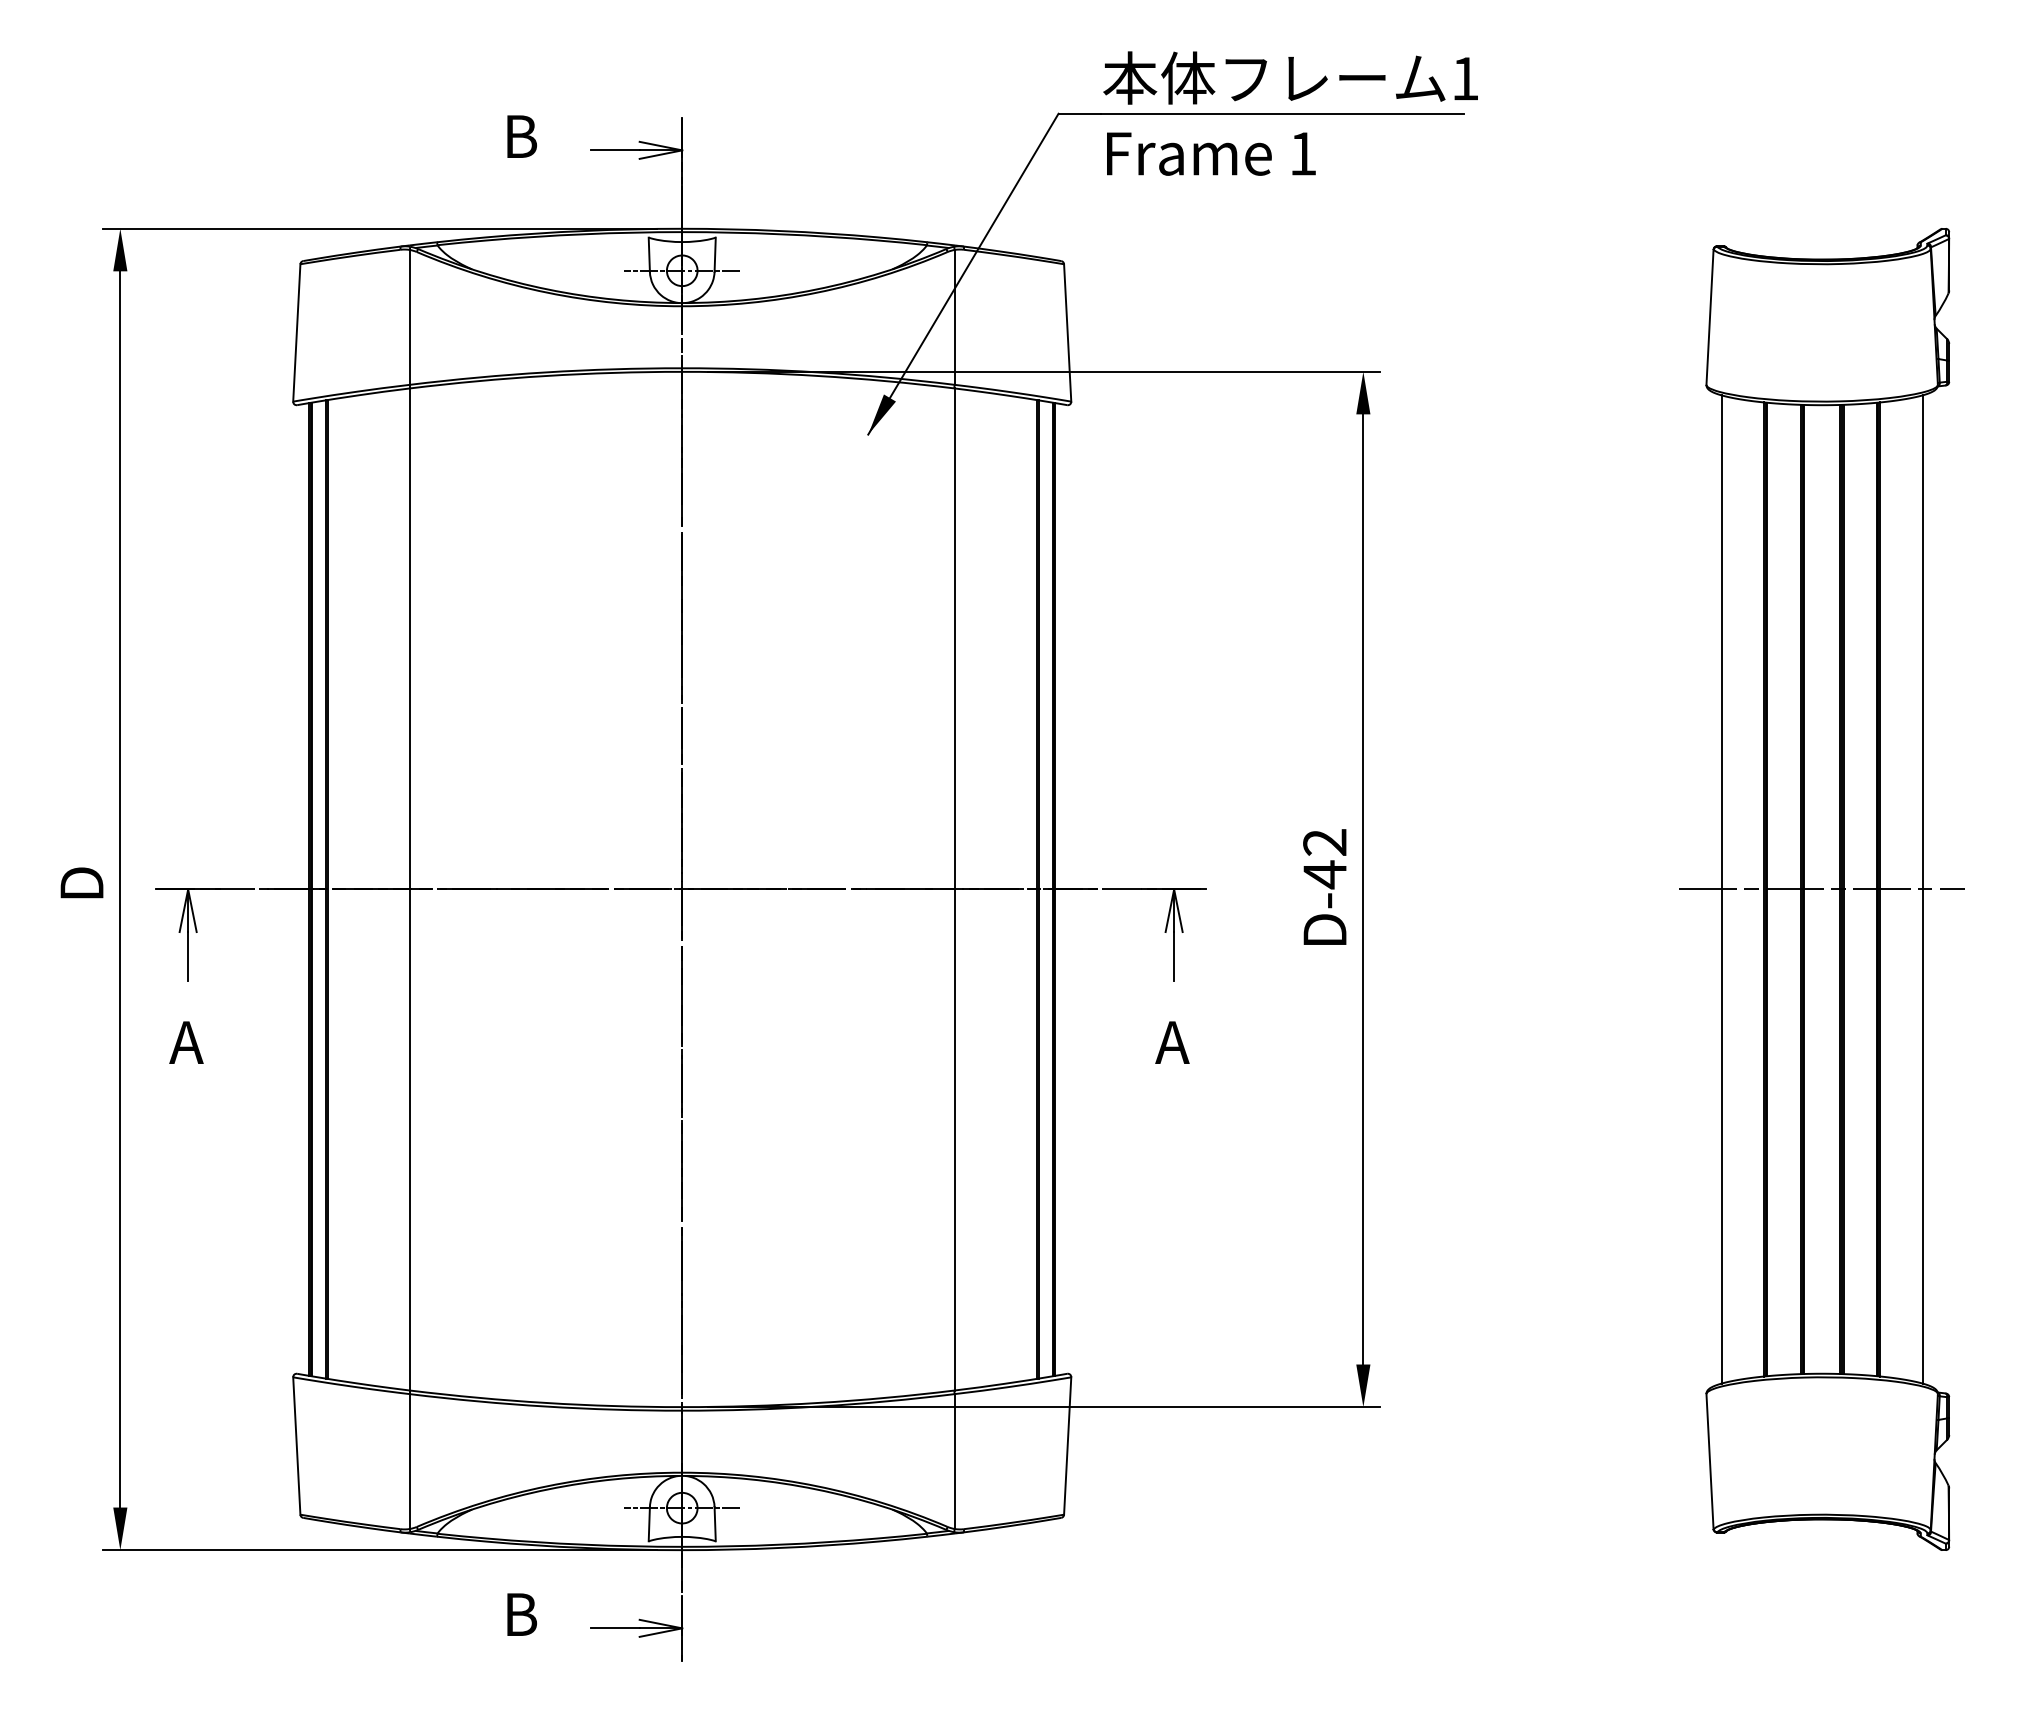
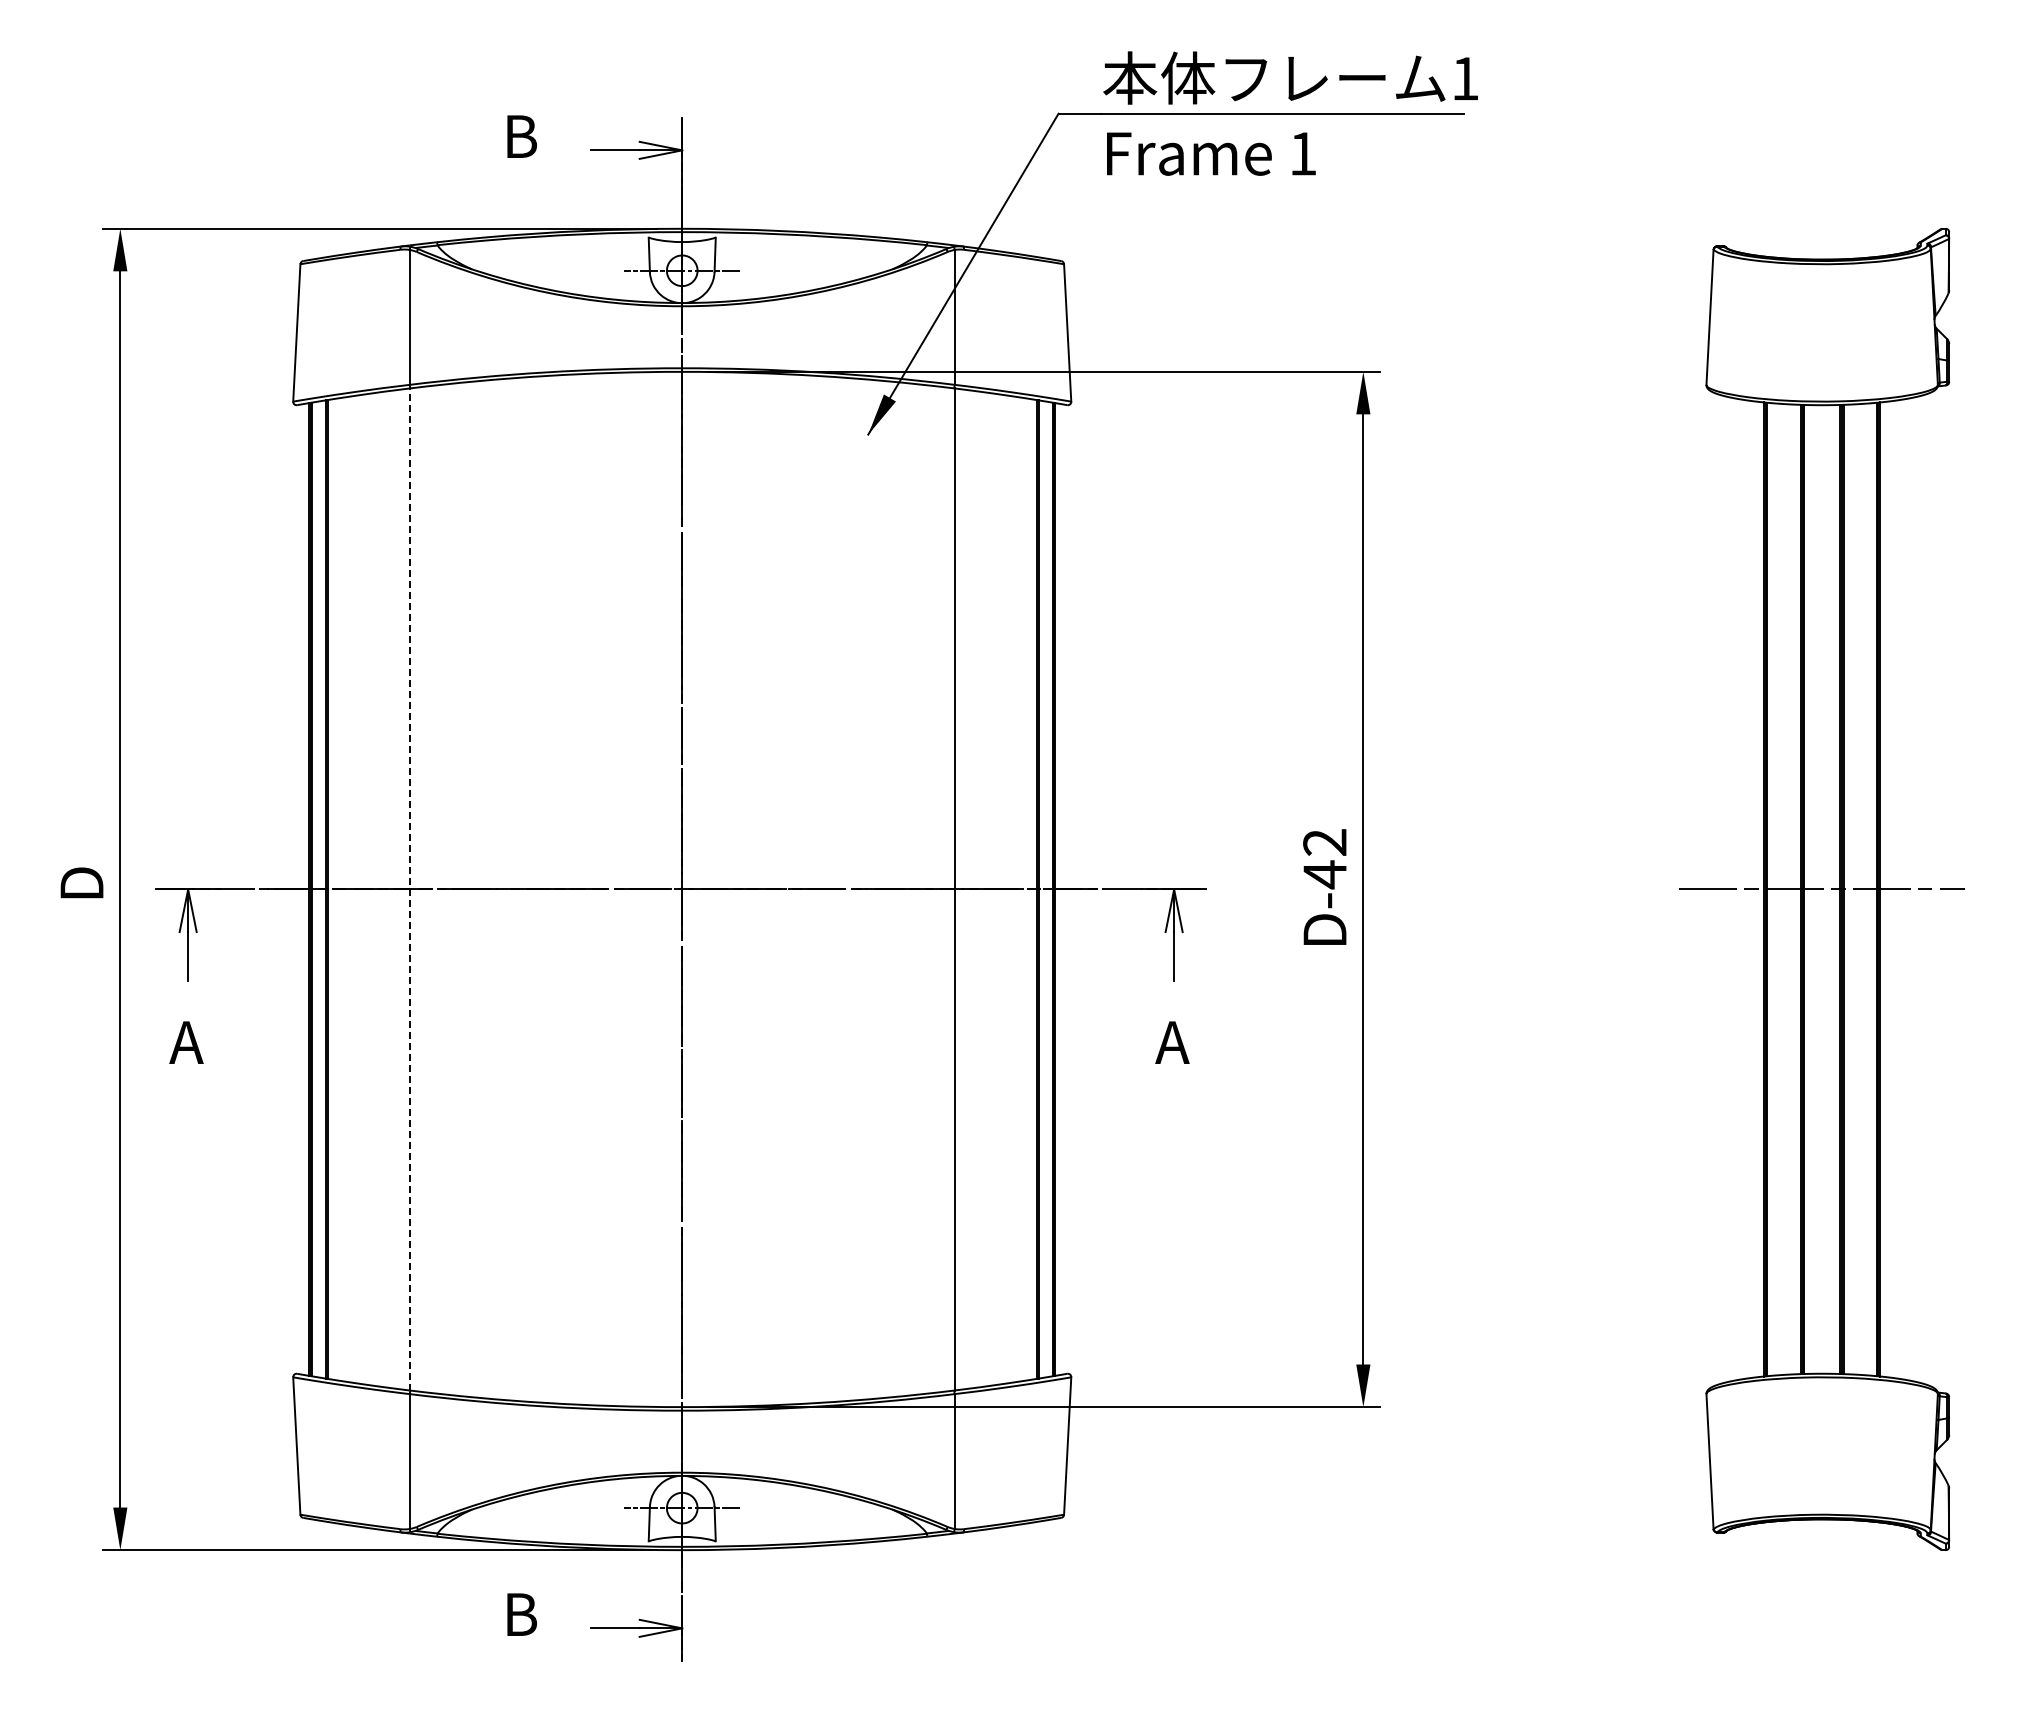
line at (409, 888): solid -> dashed
line at (1721, 889): present -> none
line at (1922, 889): present -> none
